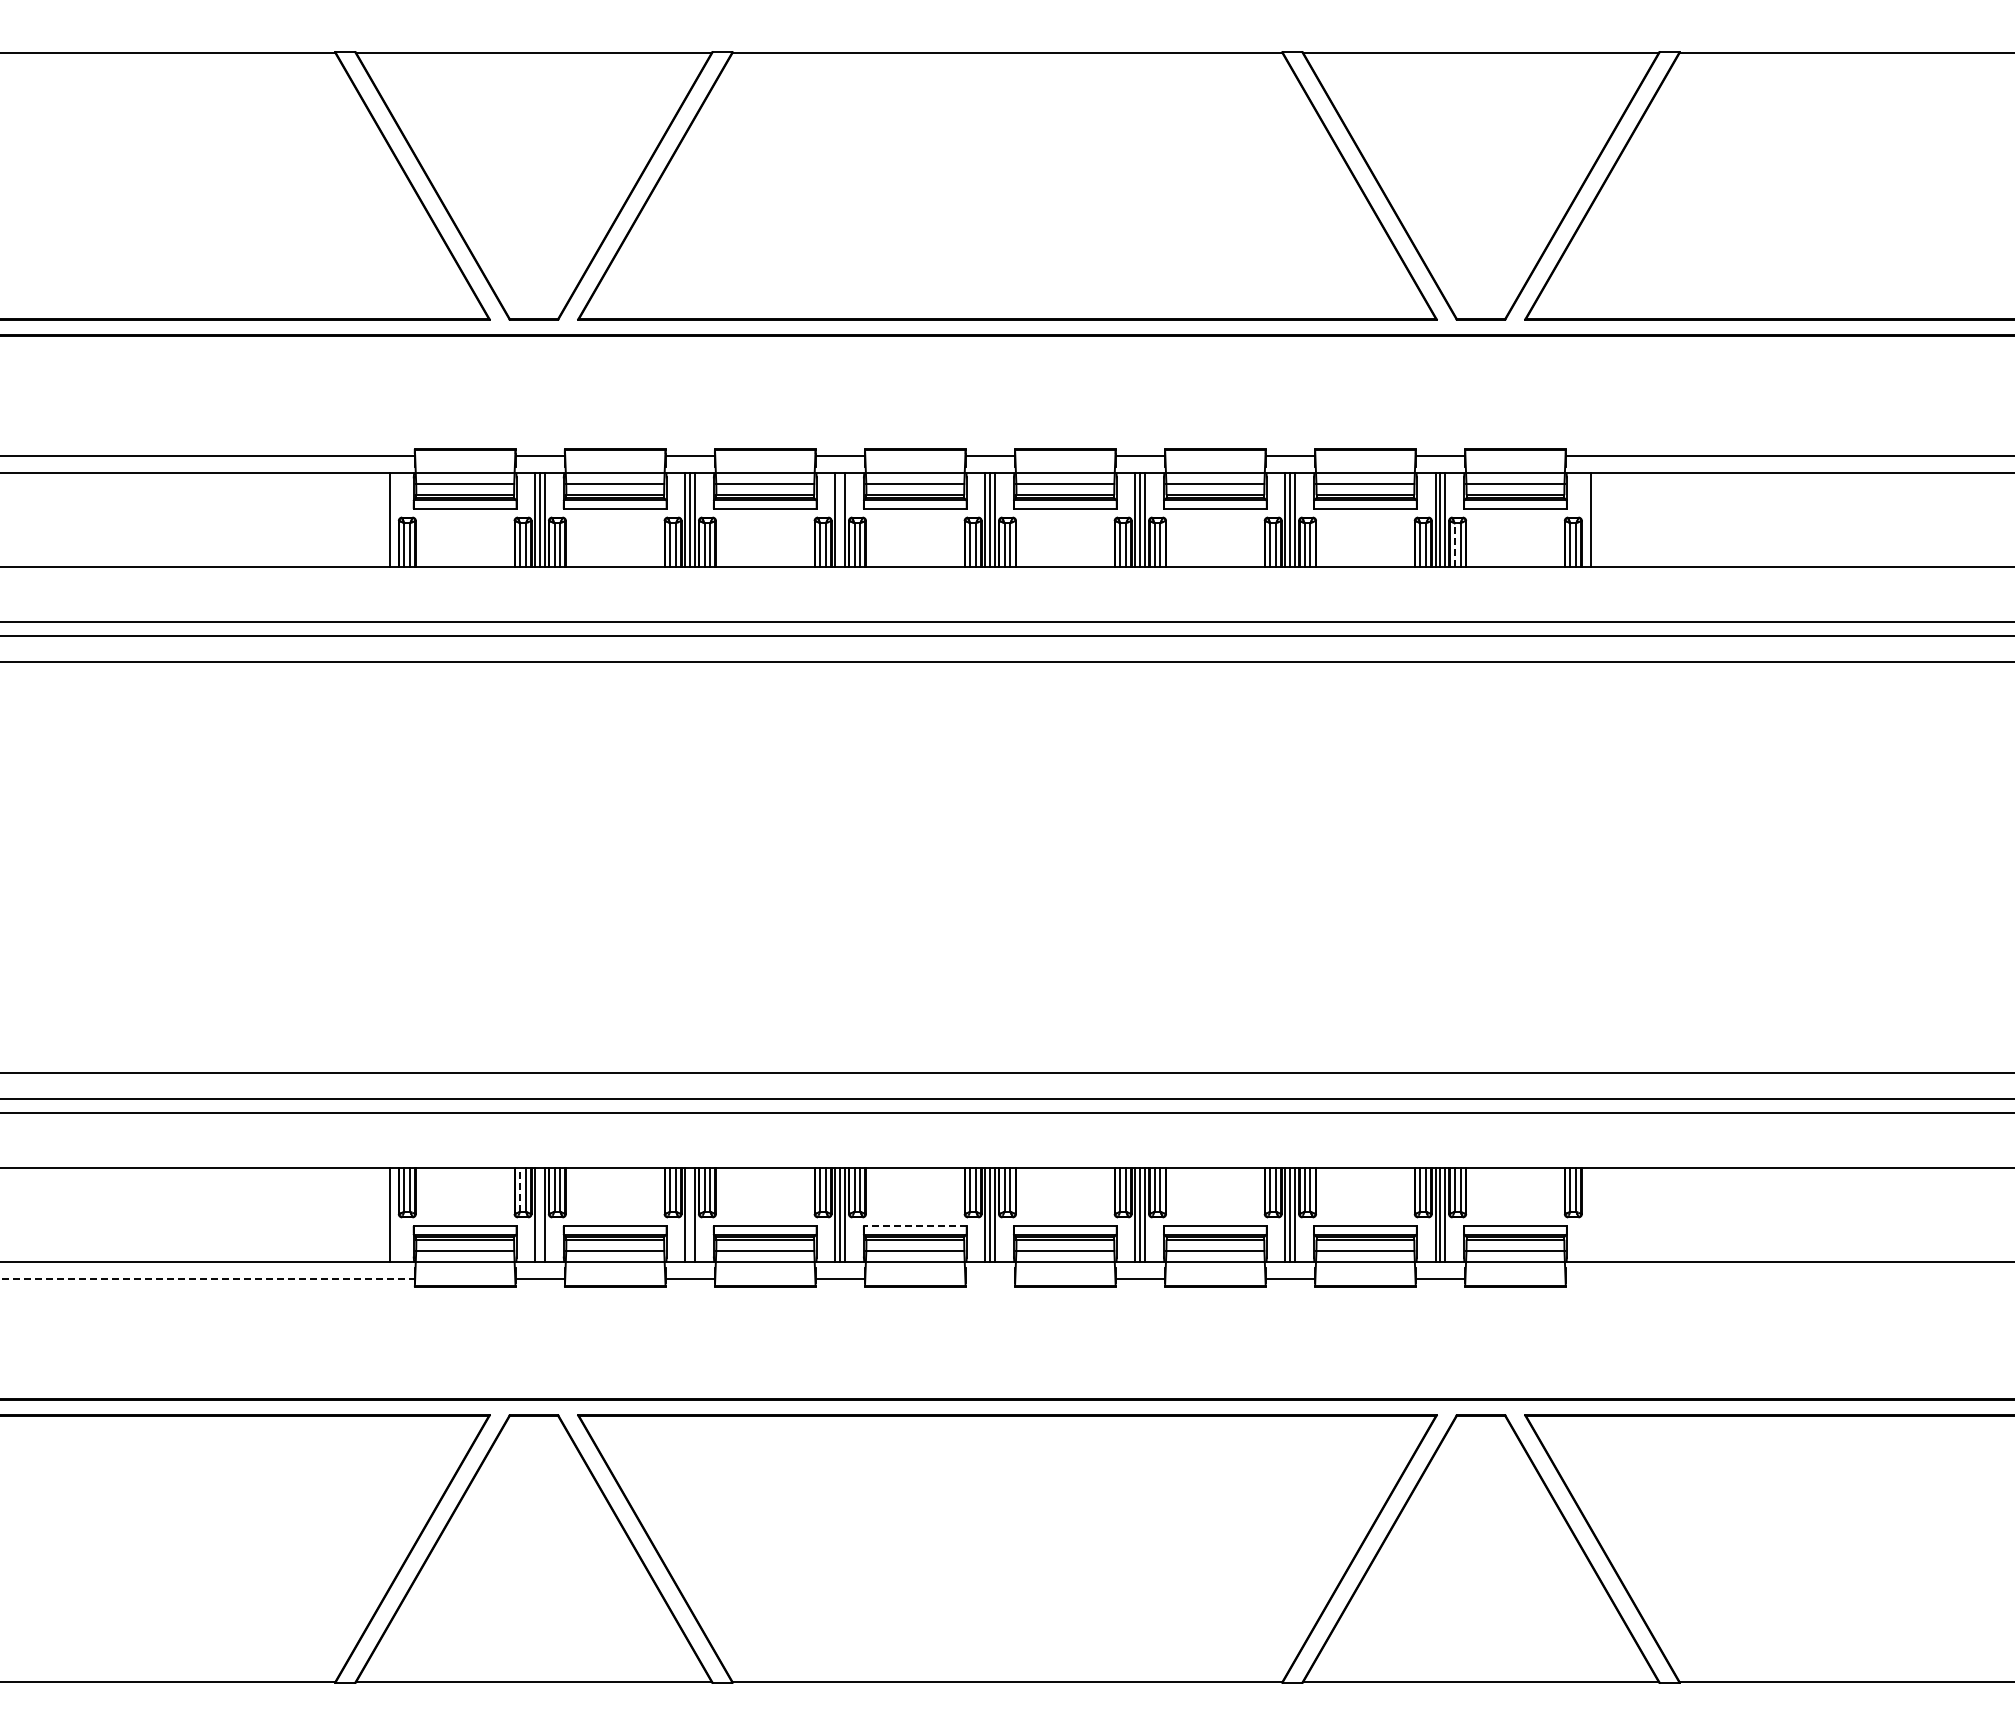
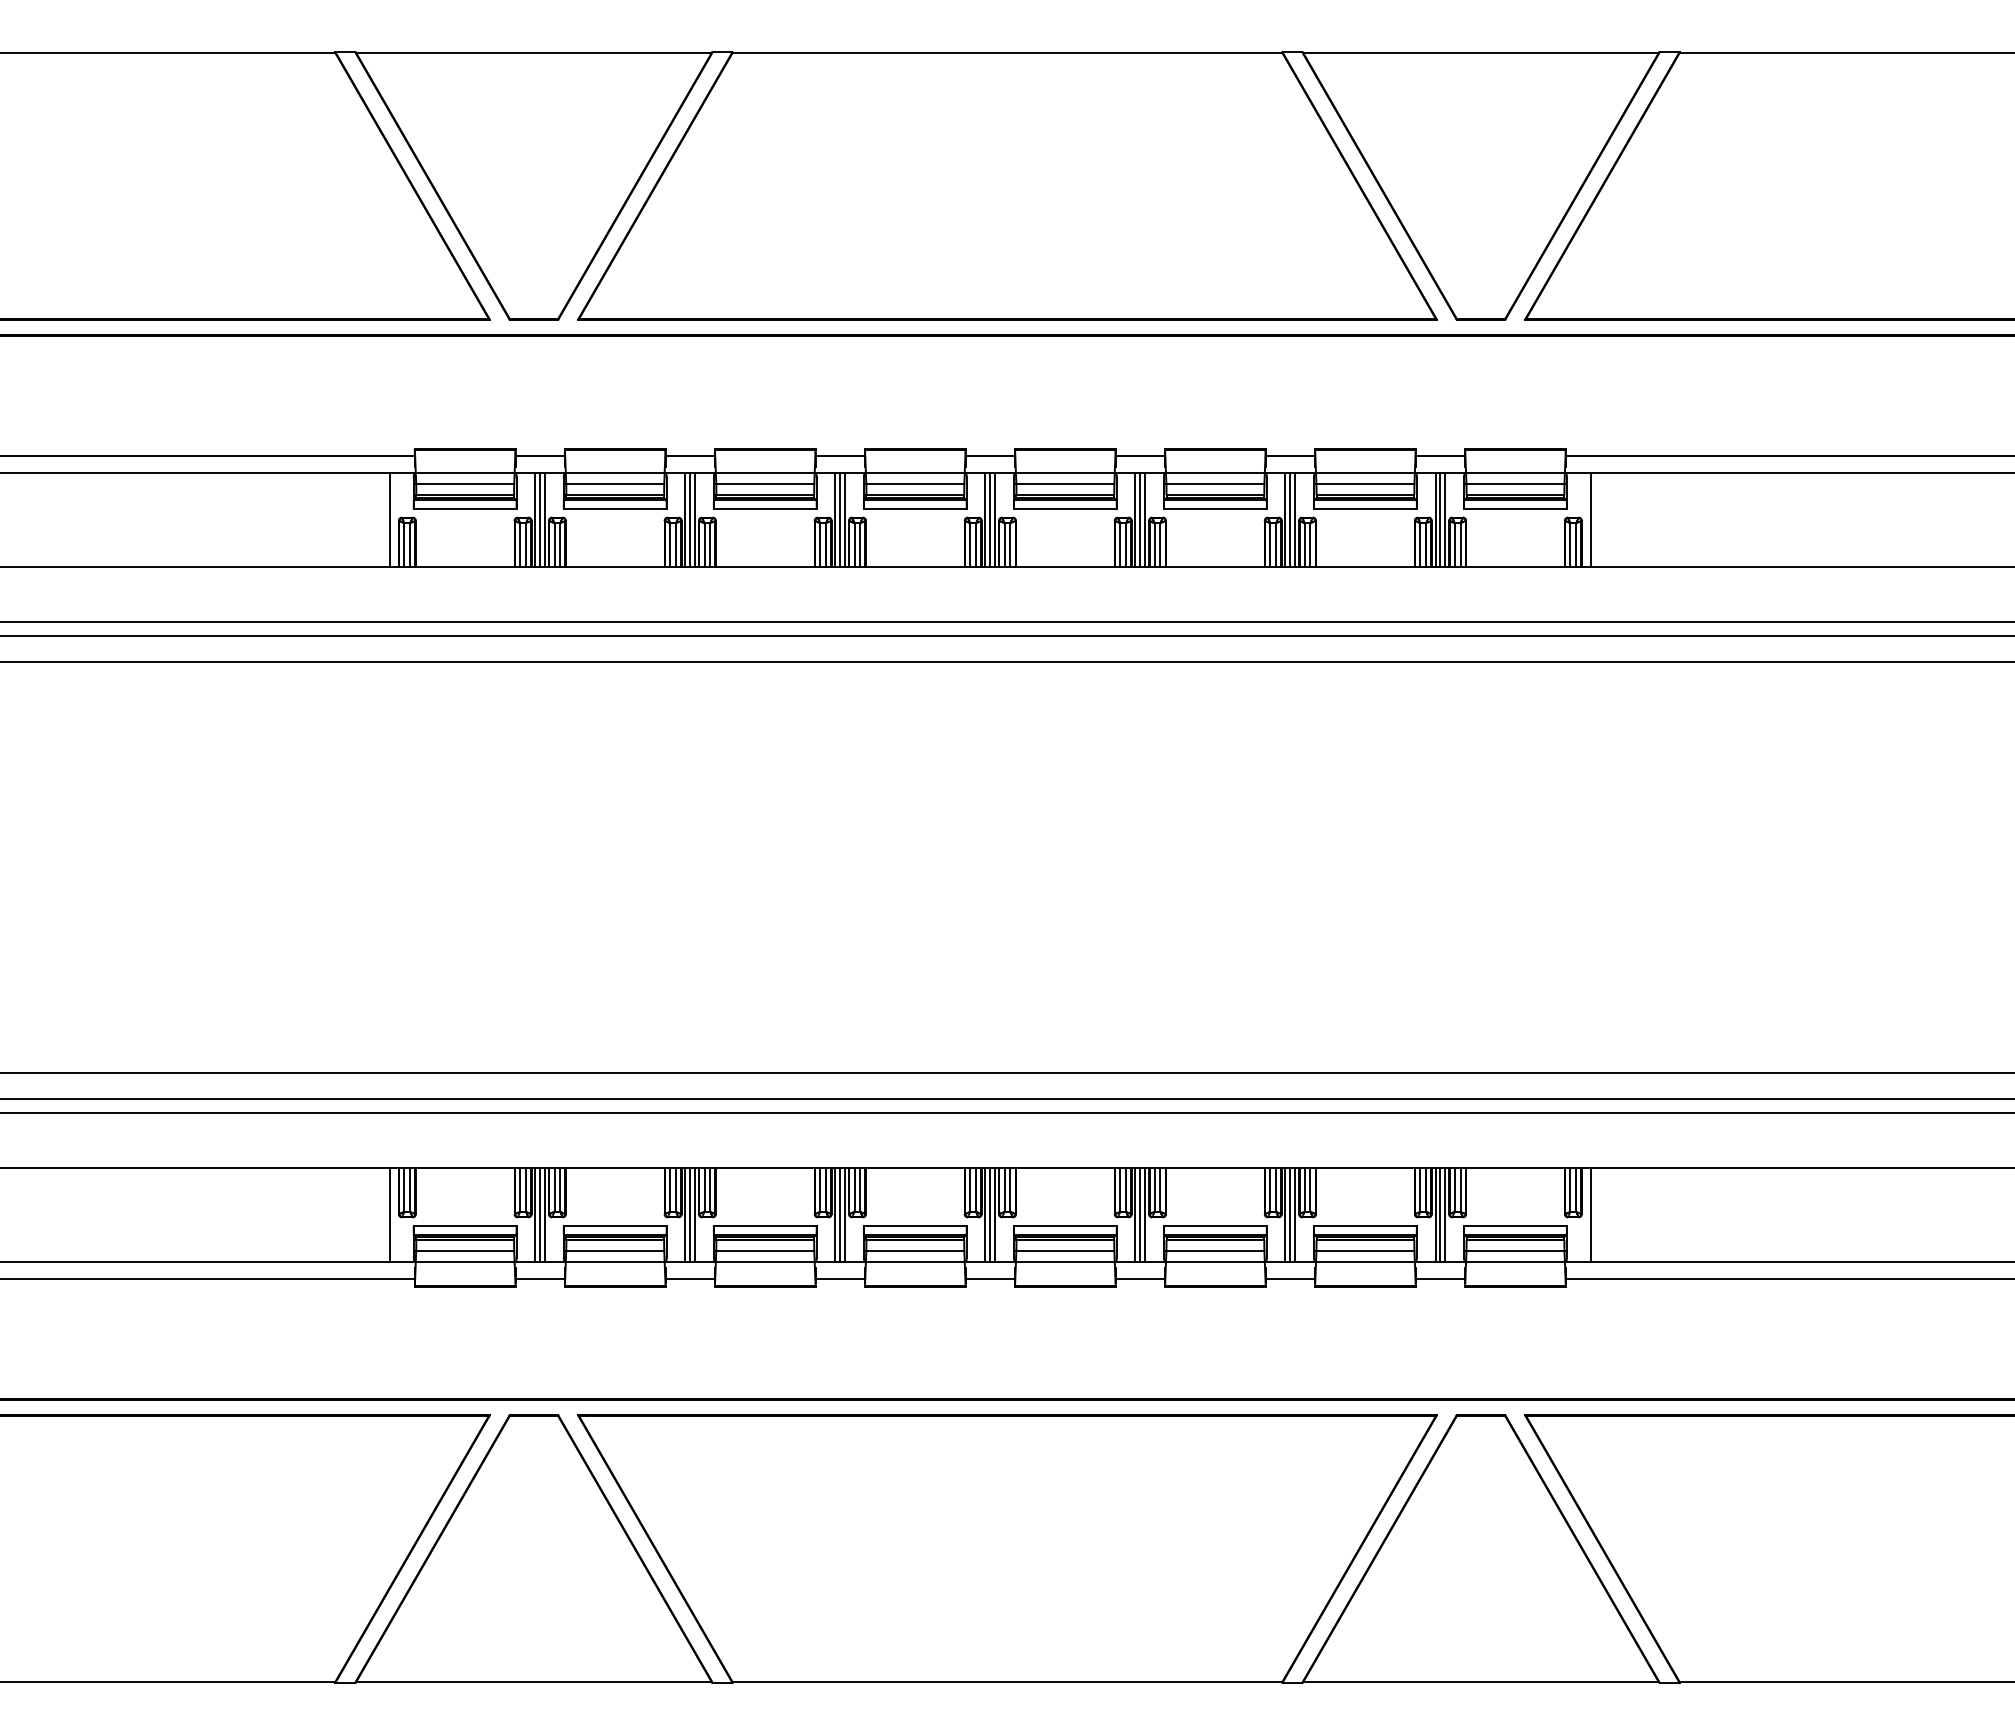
line at (840, 520): none -> present
line at (1454, 544): dashed -> solid
line at (520, 1189): dashed -> solid
line at (540, 1214): none -> present
line at (690, 1214): none -> present
line at (1590, 1214): none -> present
line at (914, 1226): dashed -> solid
line at (207, 1279): dashed -> solid
line at (989, 1279): none -> present
line at (1788, 1279): none -> present
